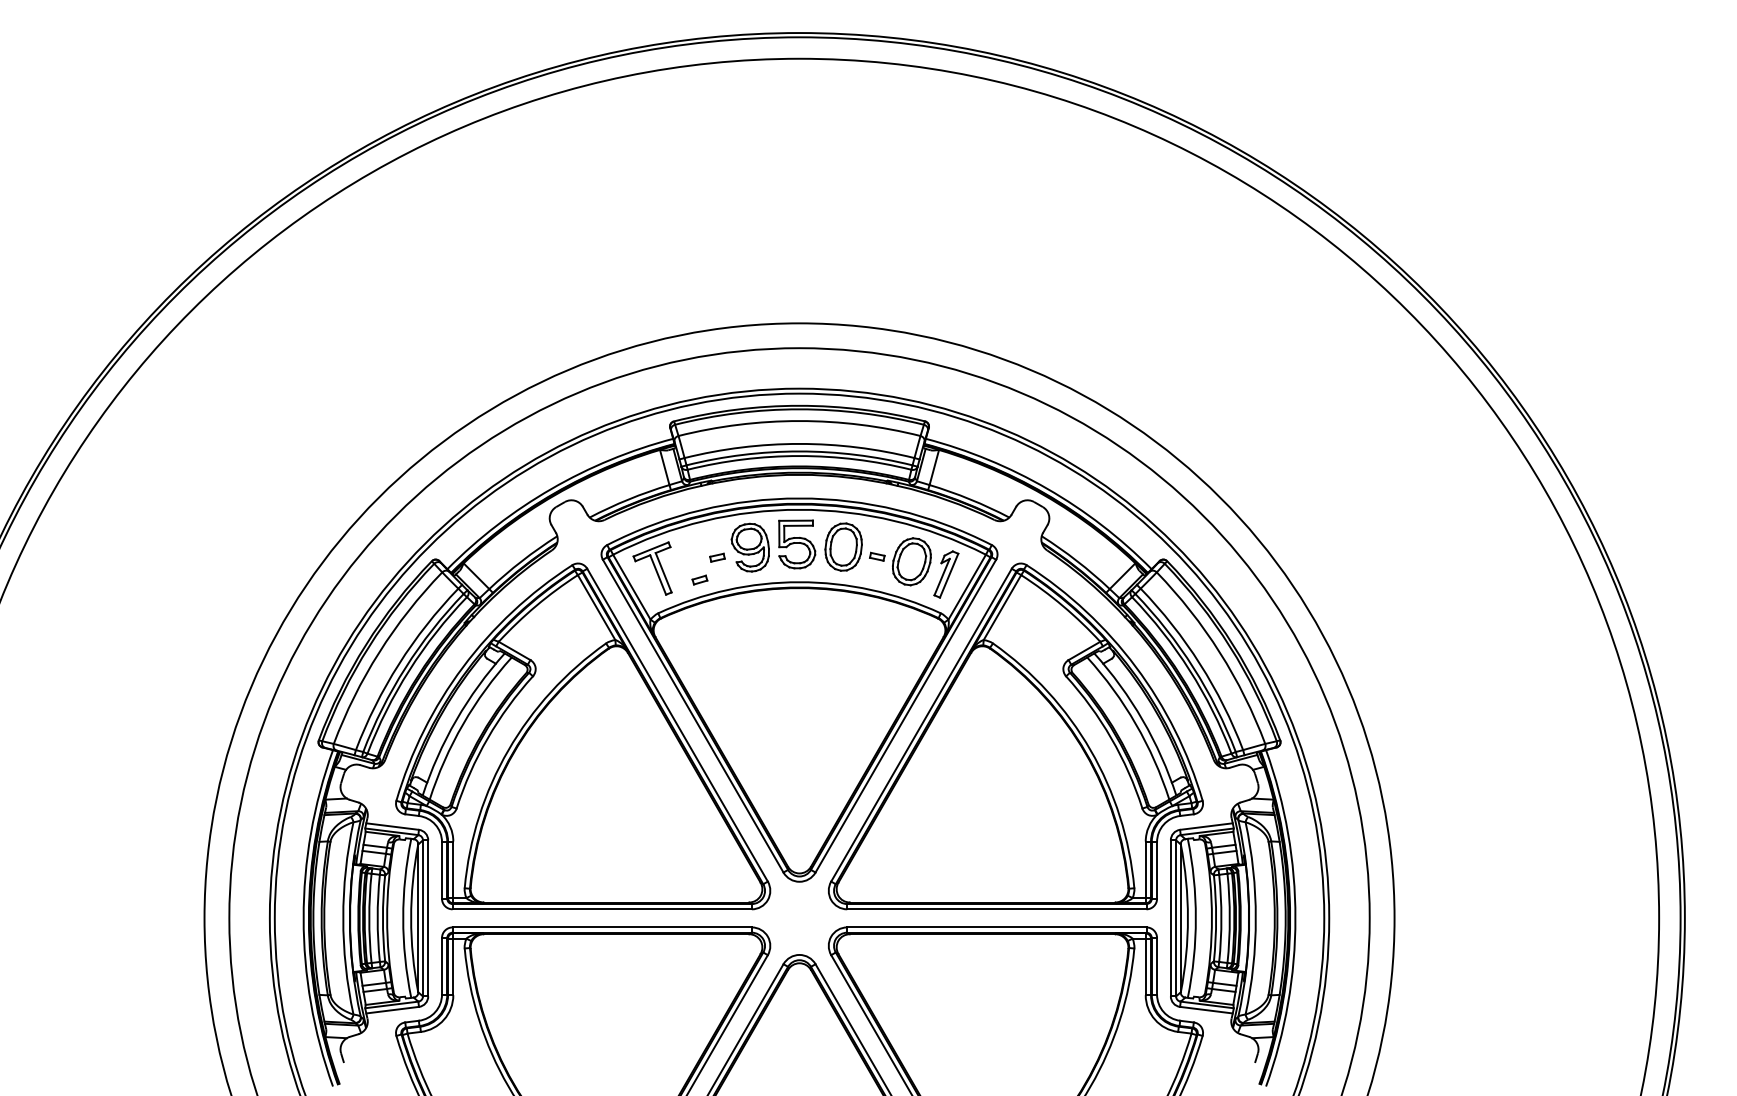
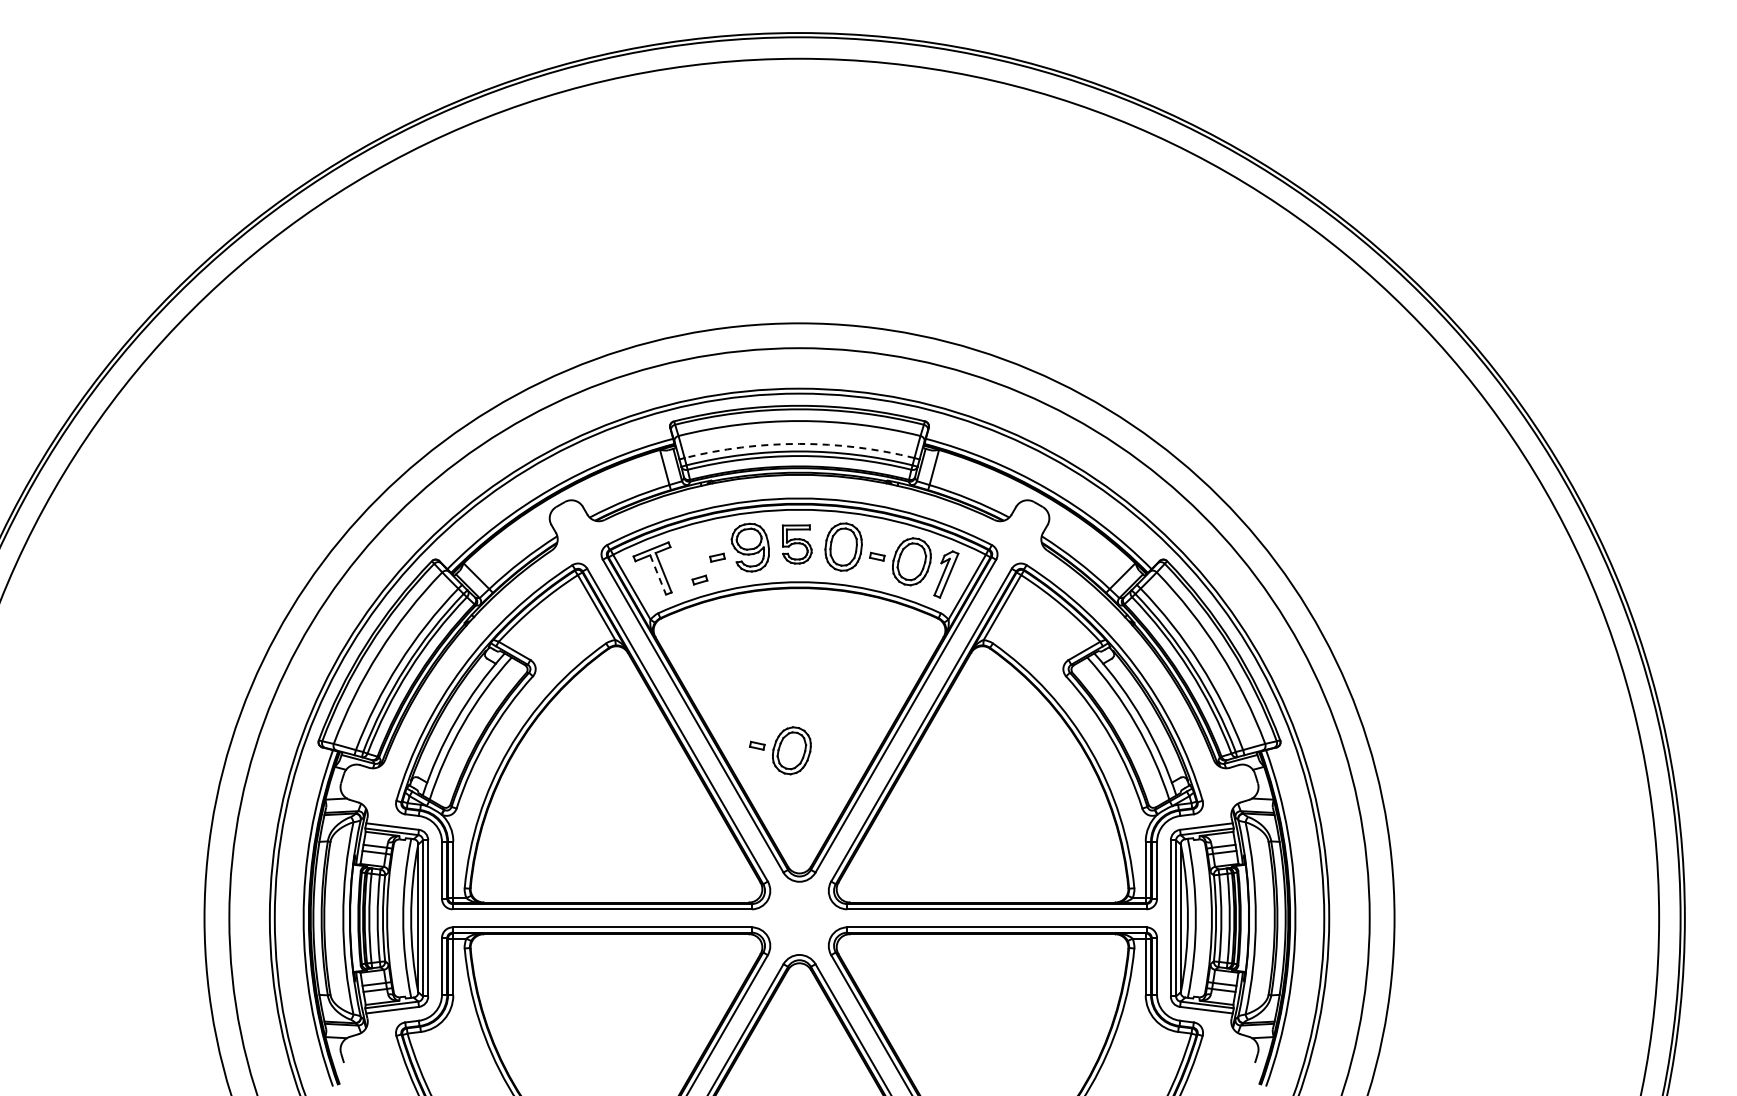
arc at (799, 443): solid -> dashed
part at (797, 544) size: 39x51 px -> 31x41 px
line at (658, 575): solid -> dashed
part at (780, 750): none -> present
